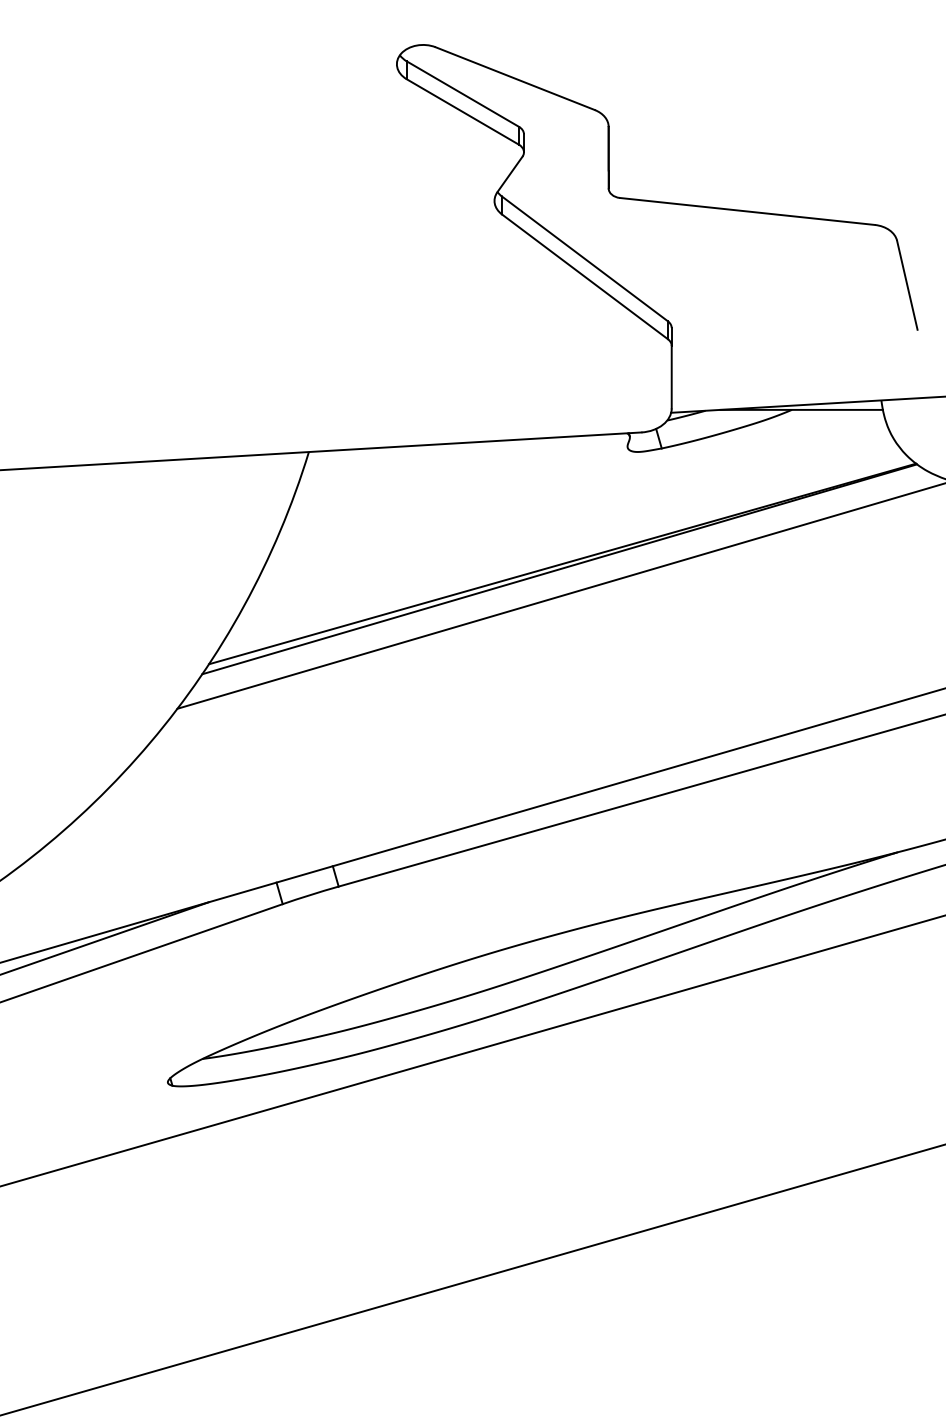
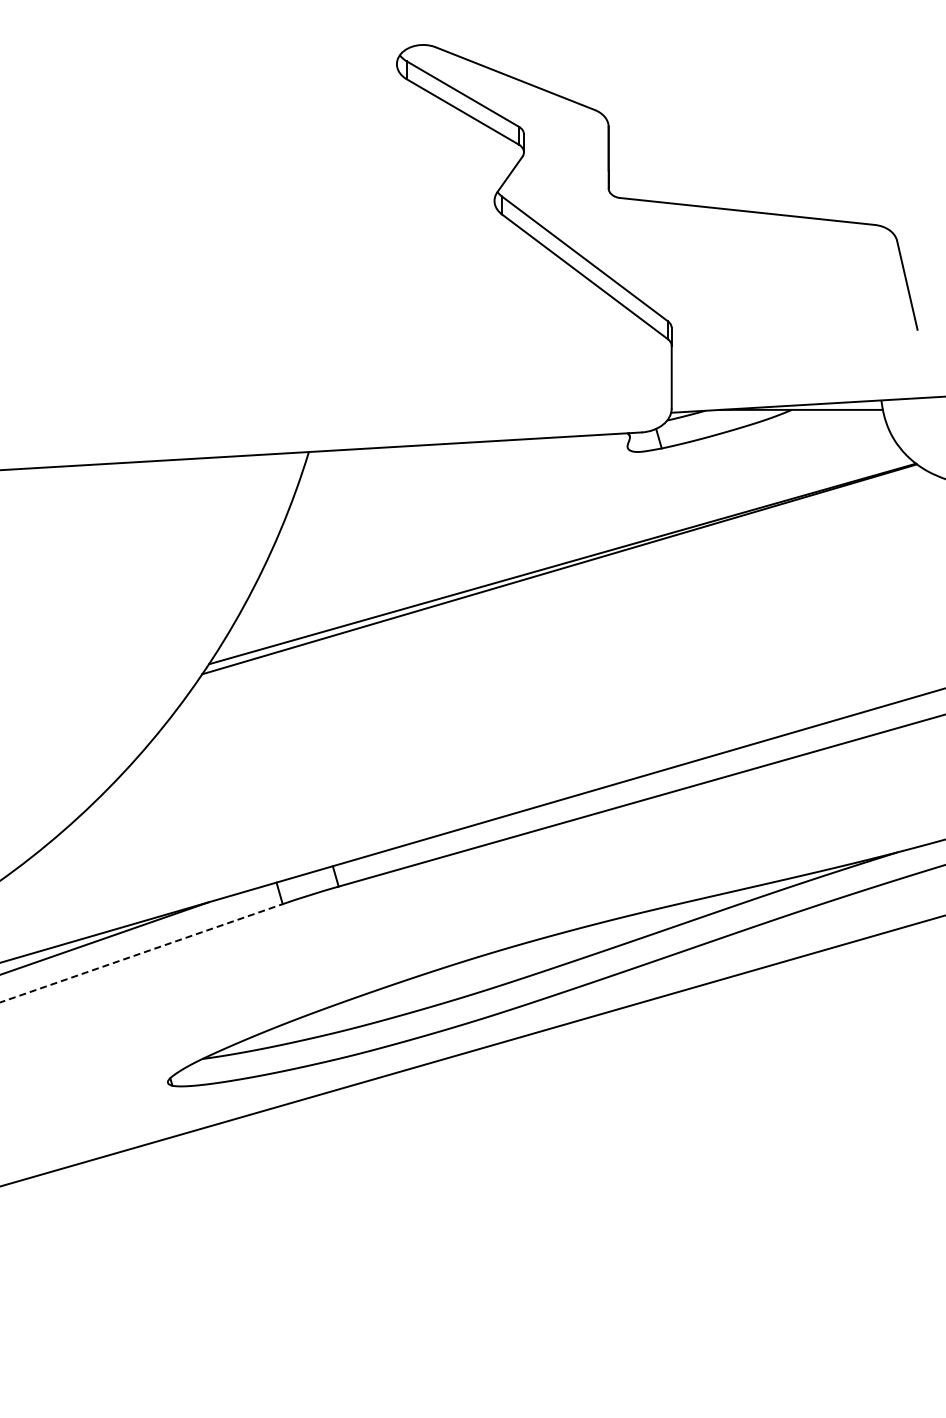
line at (559, 596): present -> none
line at (142, 953): solid -> dashed
line at (472, 1279): present -> none
